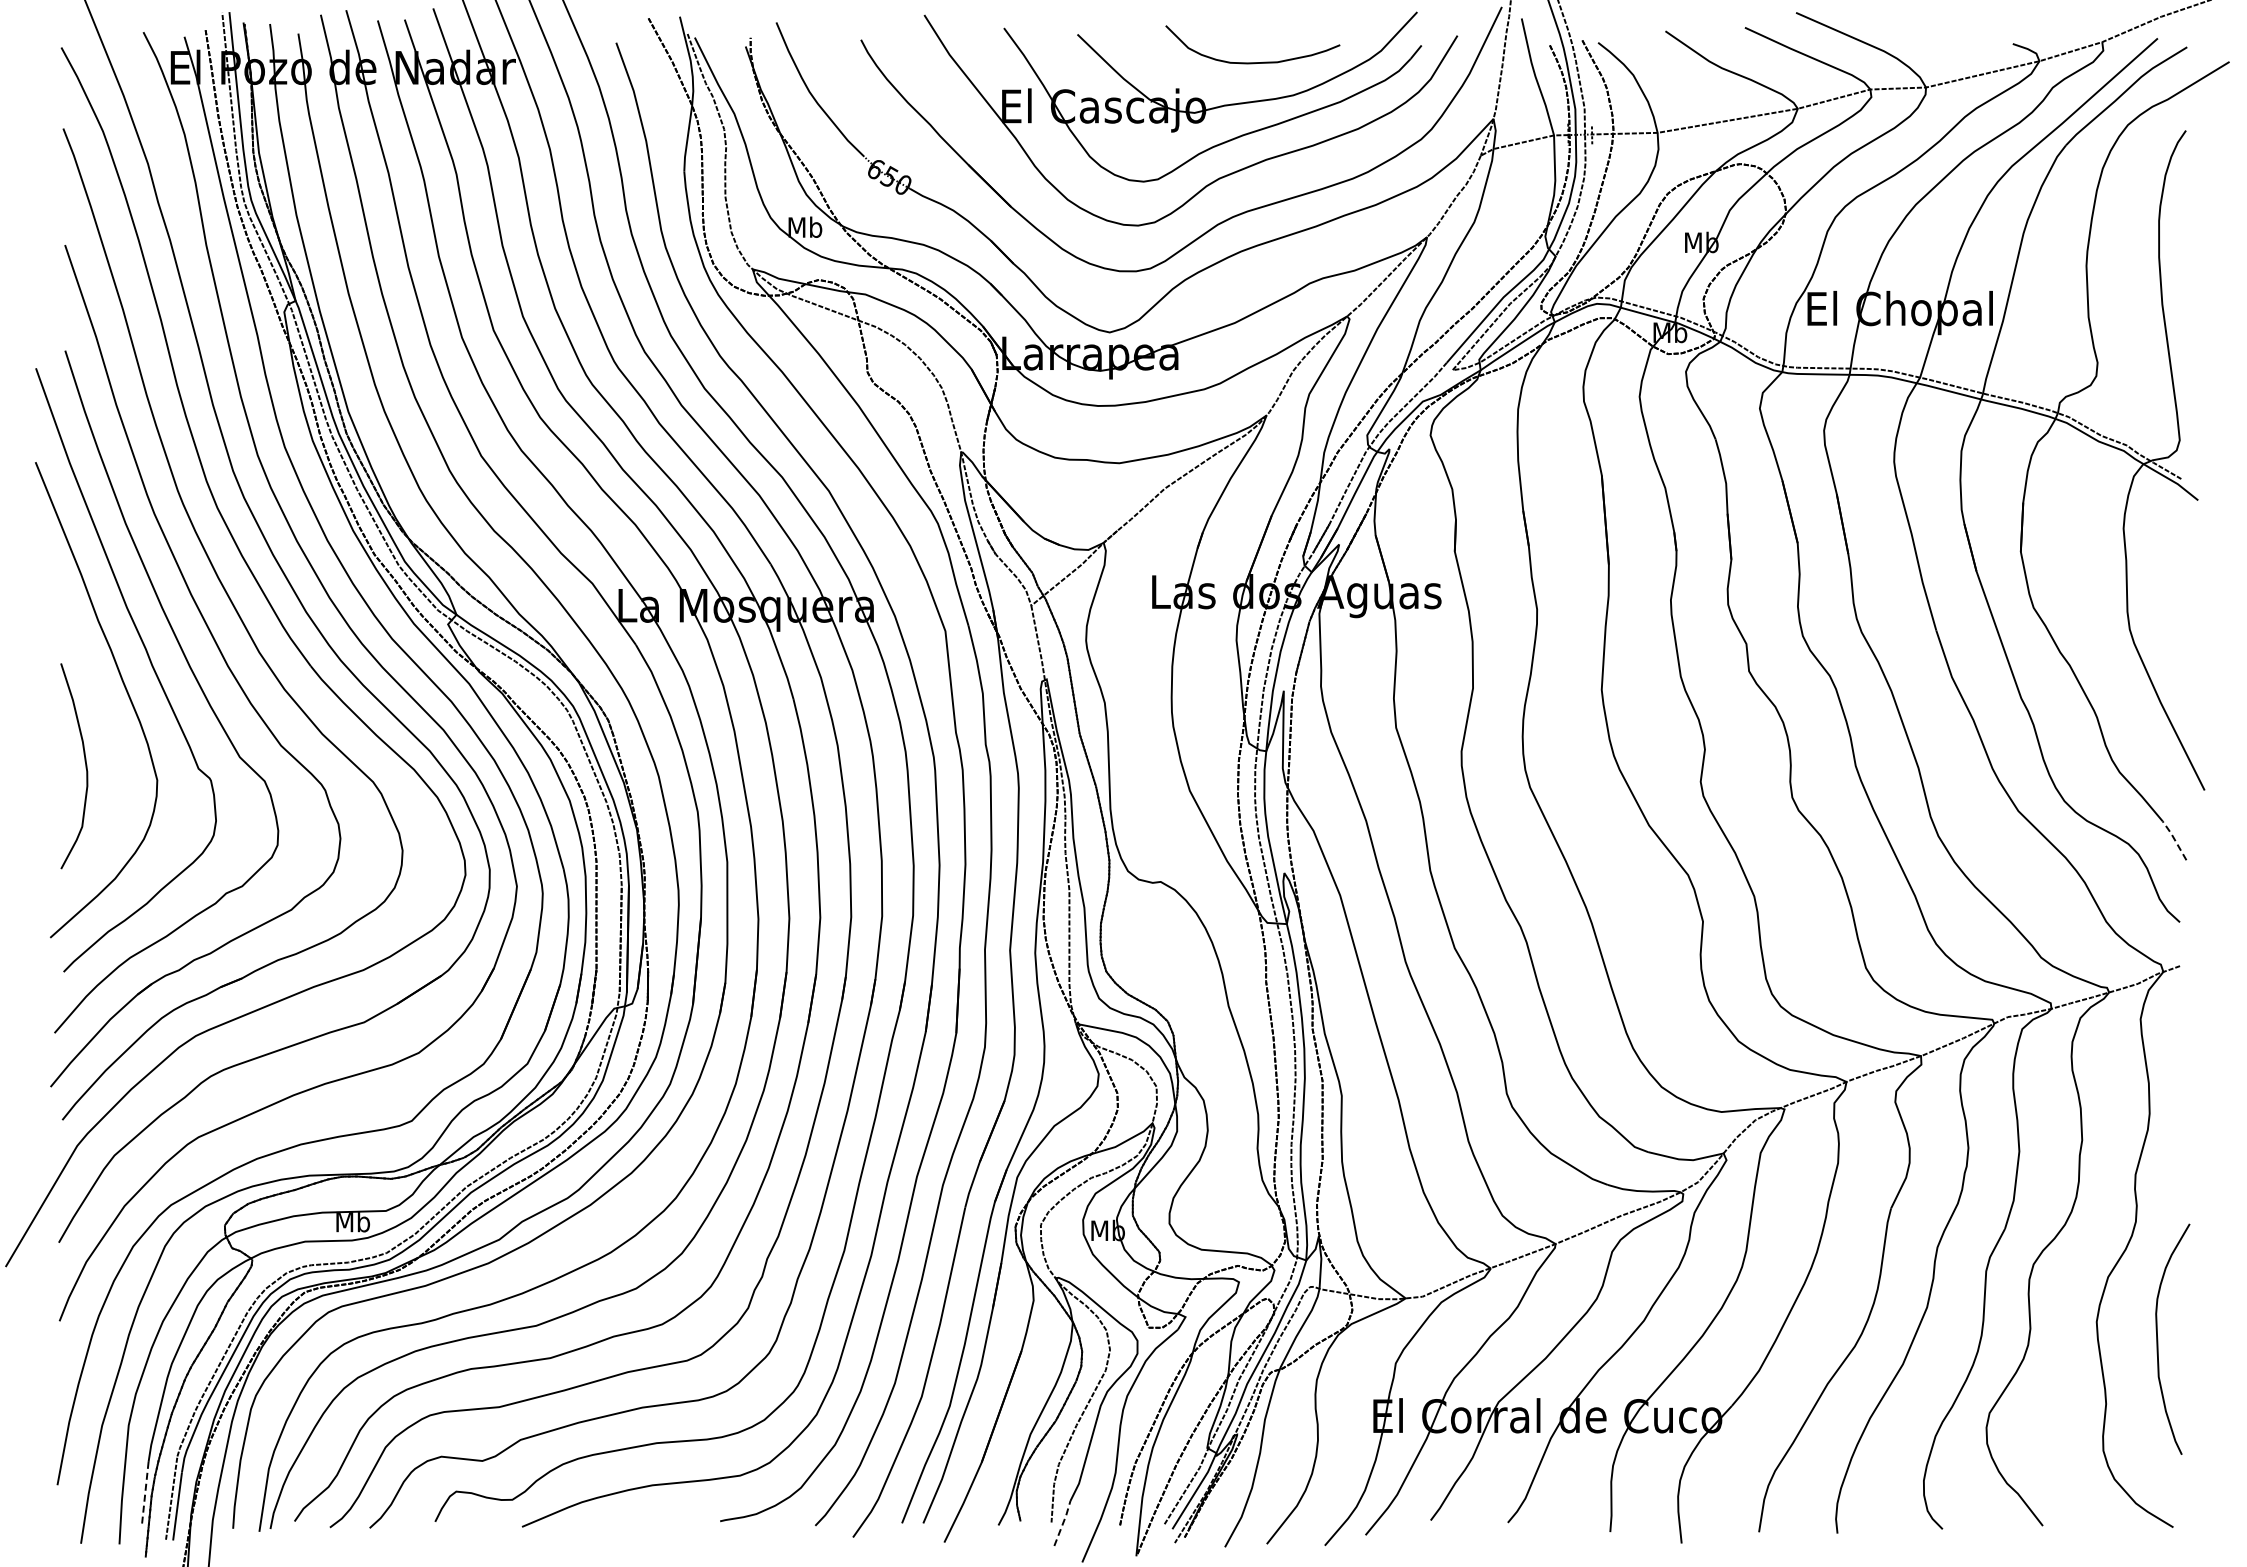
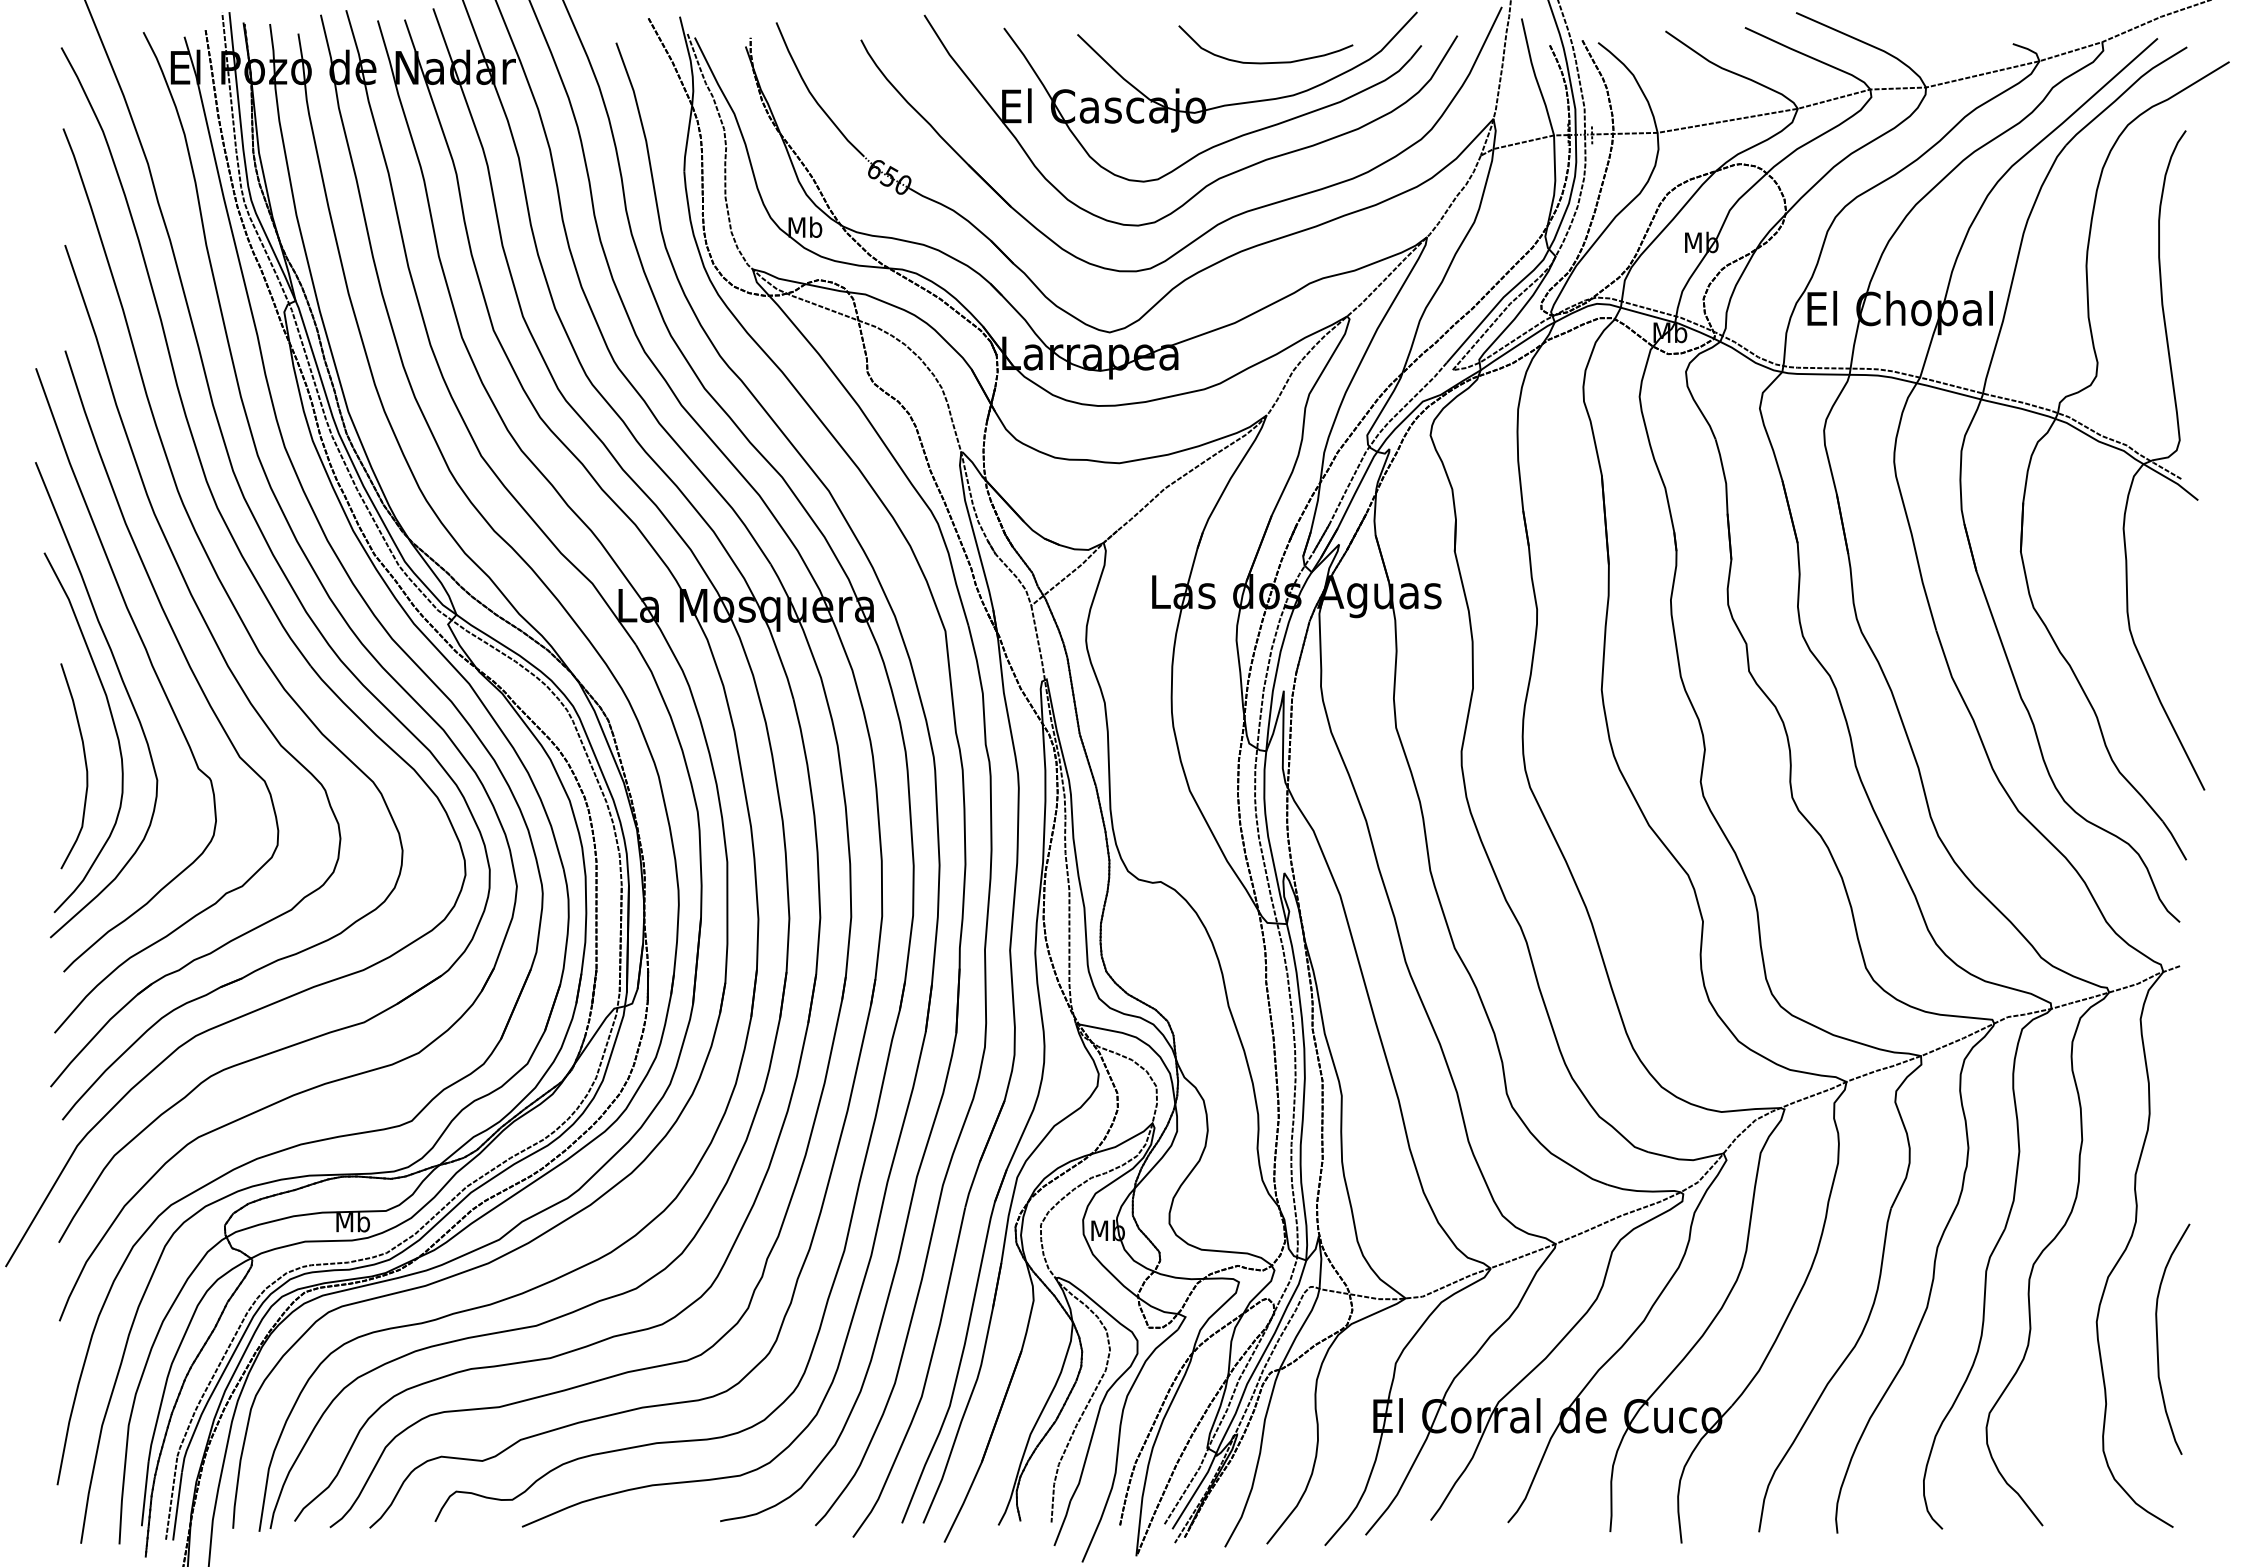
curve at (1252, 62) position: (1252, 62) -> (1265, 62)
curve at (113, 726): none -> present
line at (2174, 839): dashed -> solid
line at (145, 1494): dashed -> solid
line at (1063, 1522): dashed -> solid
